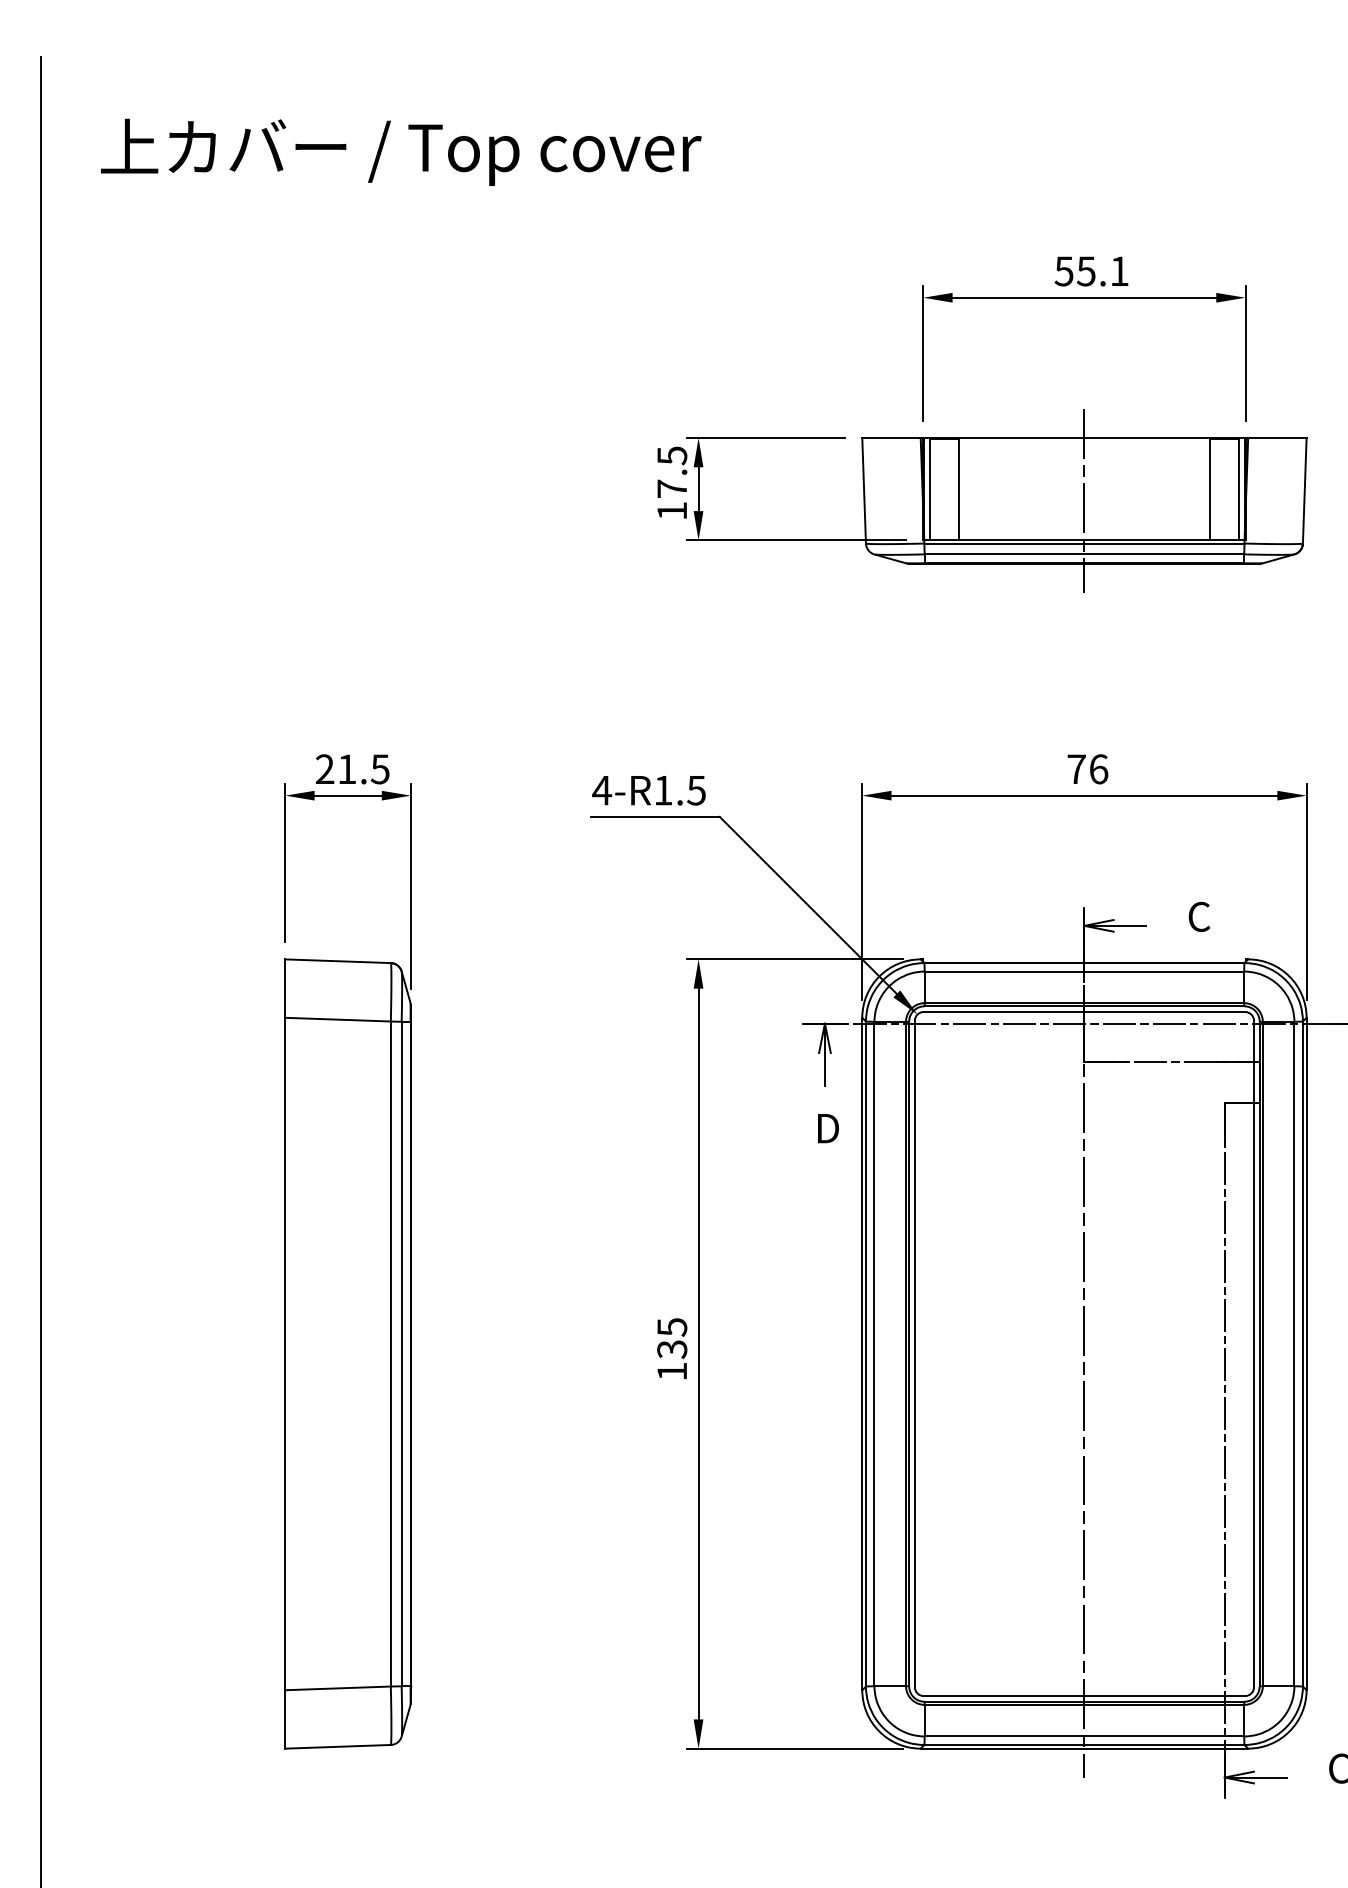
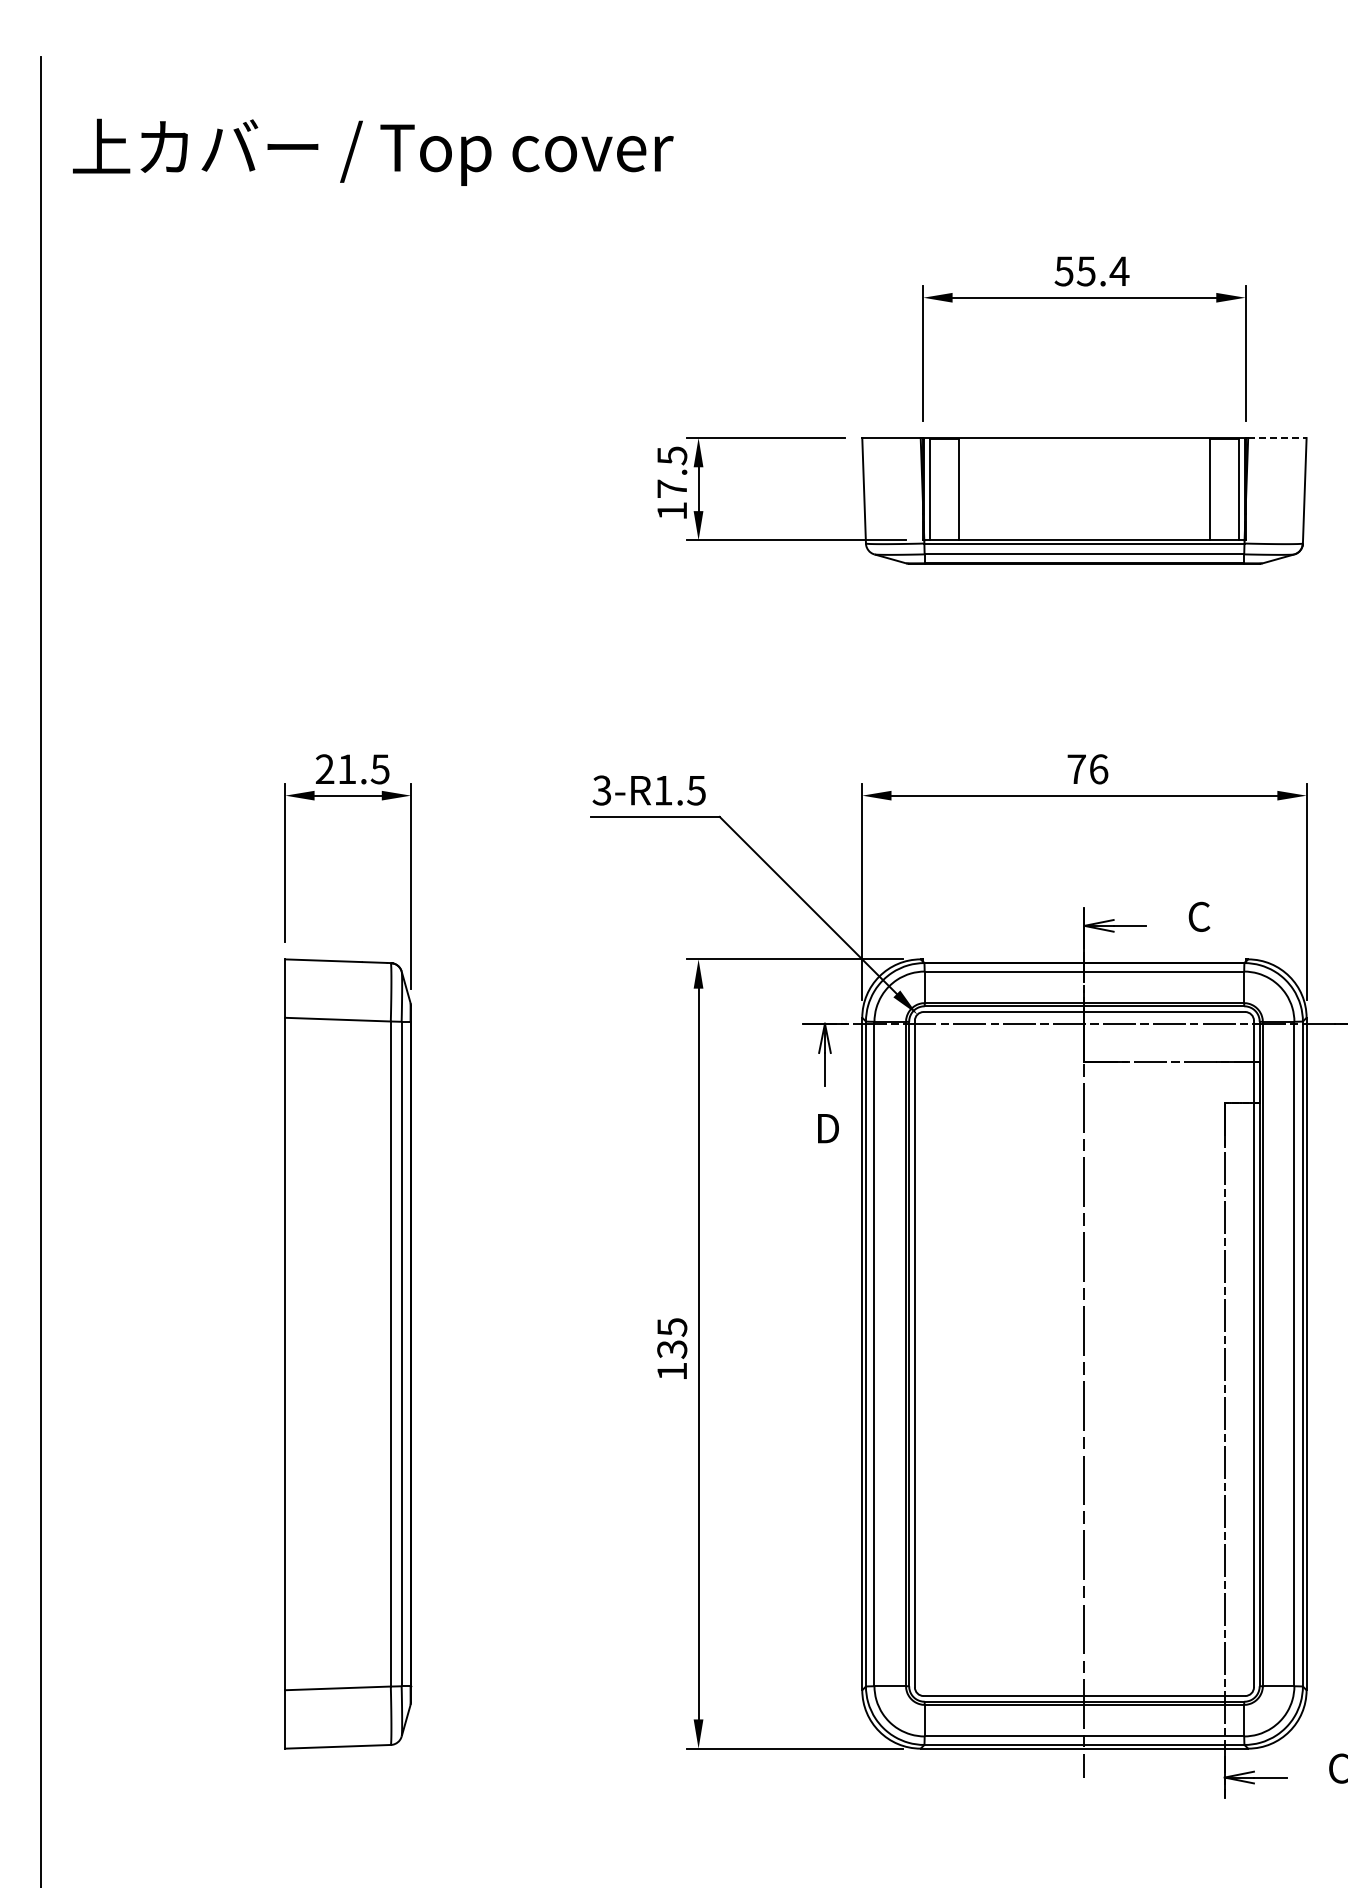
text at (401, 151) position: (401, 151) -> (373, 151)
text at (1119, 270): 55.1 -> 55.4
line at (1277, 438): solid -> dashed
line at (1084, 500): present -> none
text at (602, 790): 4-R1.5 -> 3-R1.5
